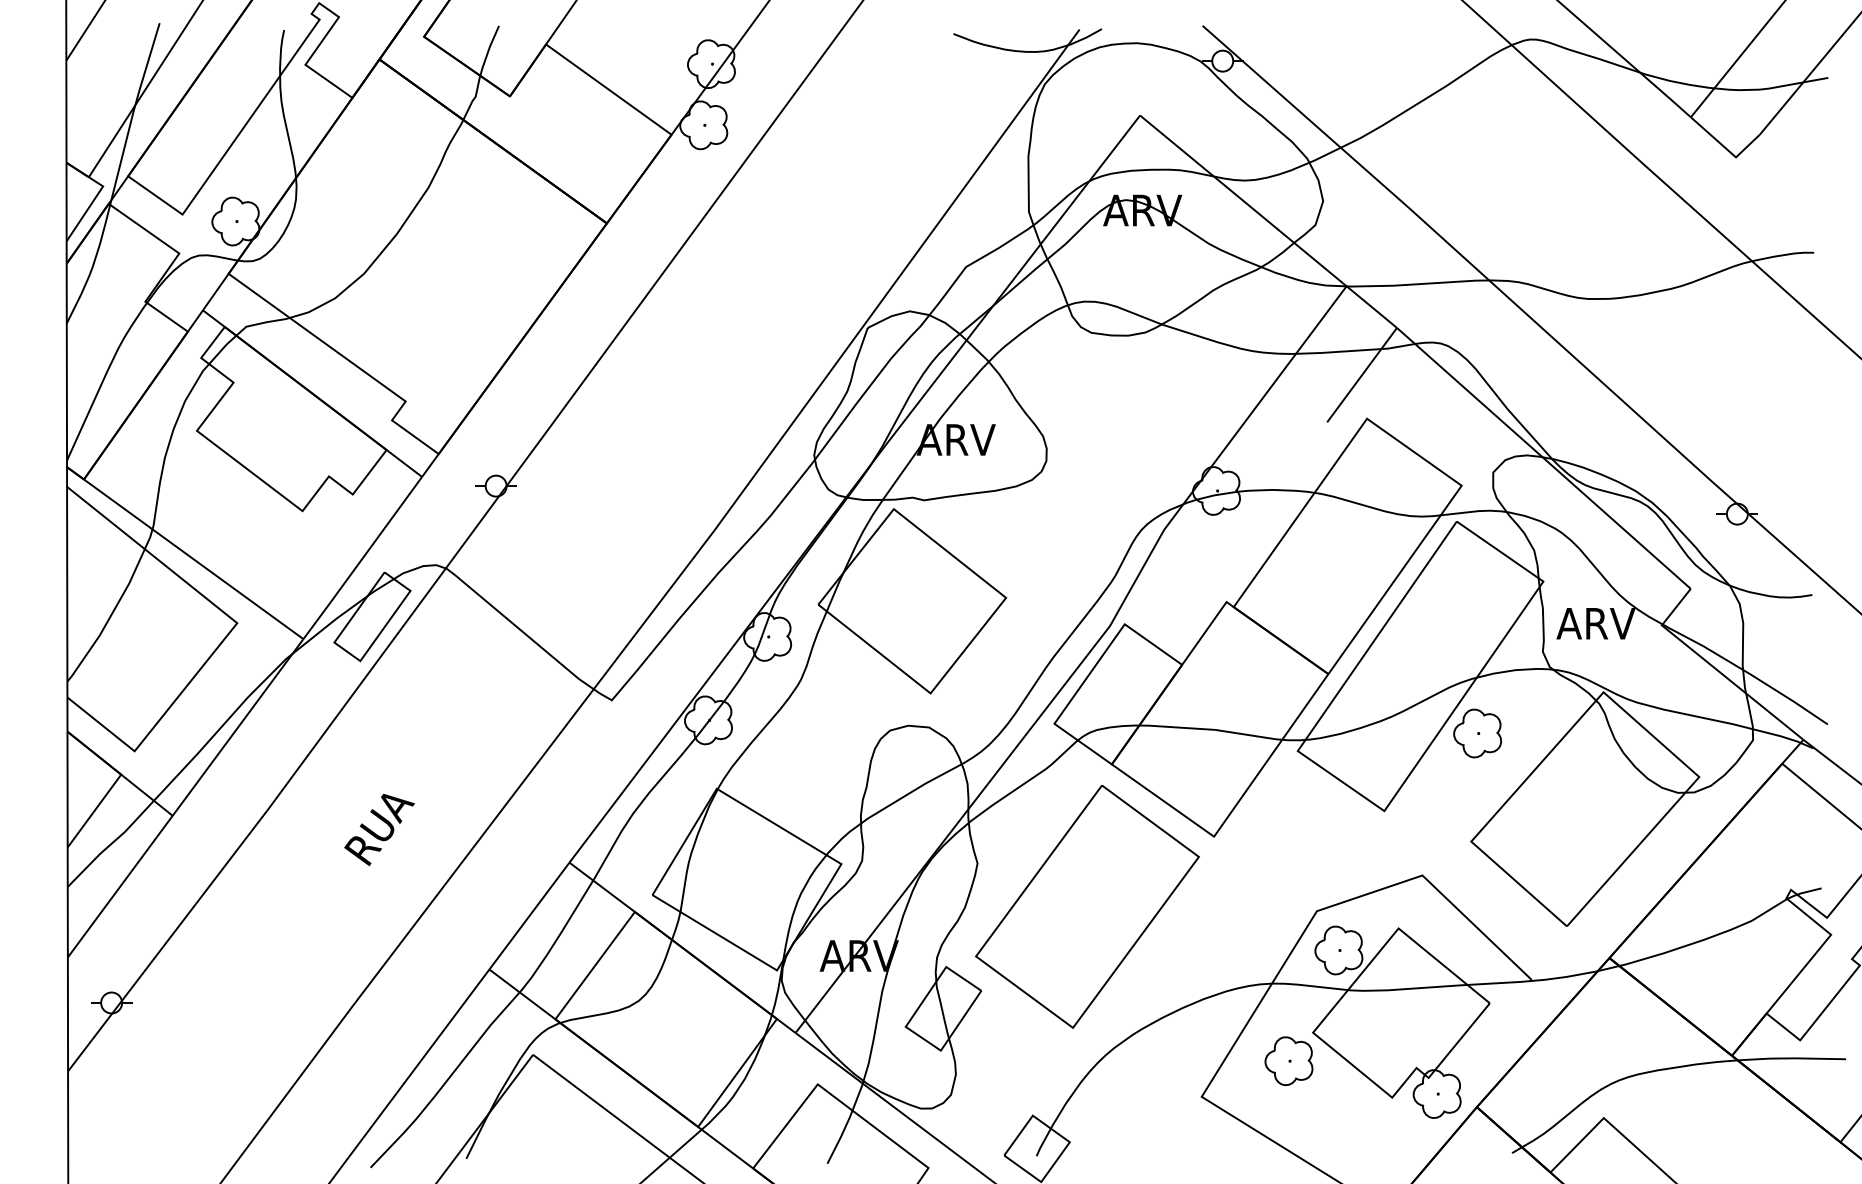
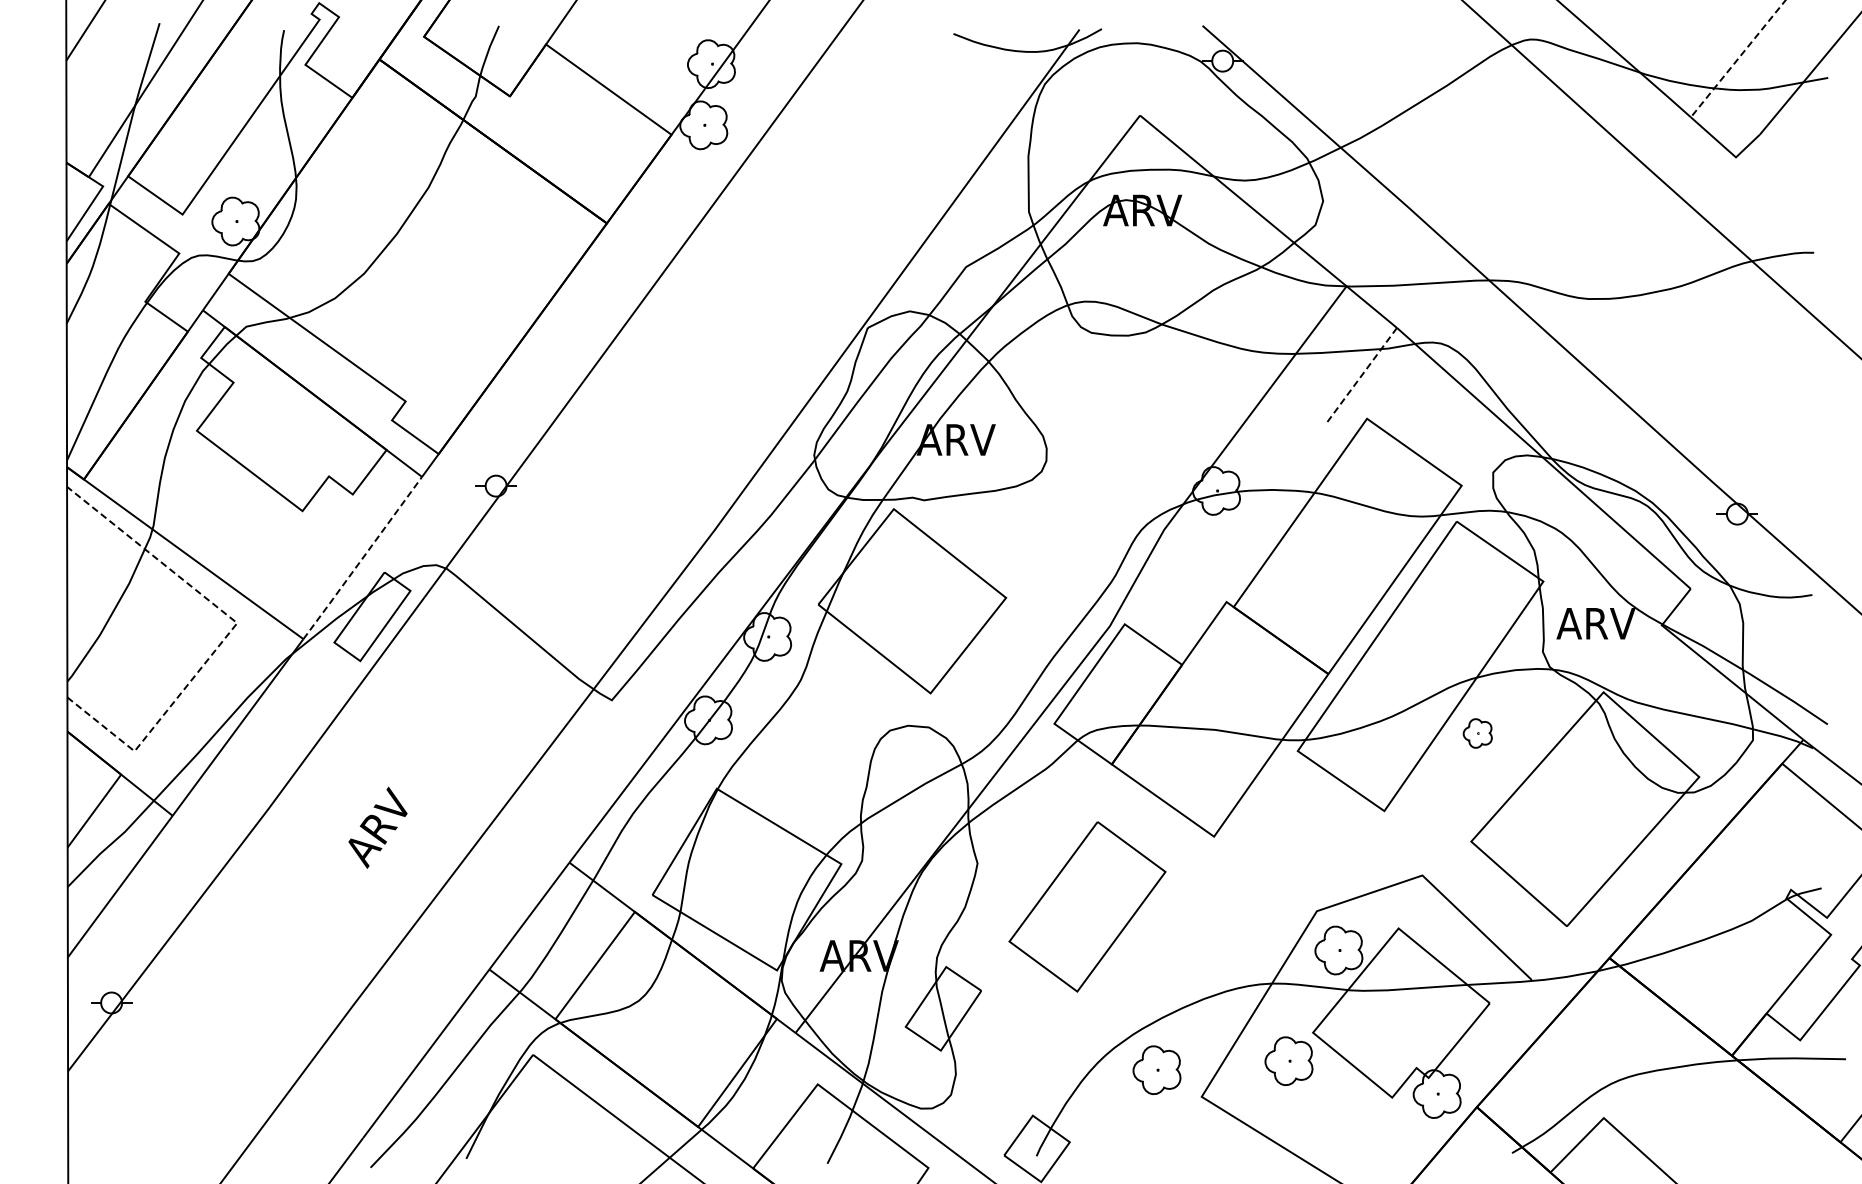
line at (1737, 59): solid -> dashed
line at (1362, 375): solid -> dashed
line at (362, 558): solid -> dashed
line at (227, 635): solid -> dashed
part at (1477, 733) size: 50x51 px -> 31x31 px
text at (379, 827): RUA -> ARV
part at (1087, 906) size: 225x244 px -> 159x172 px
part at (1156, 1069): none -> present
